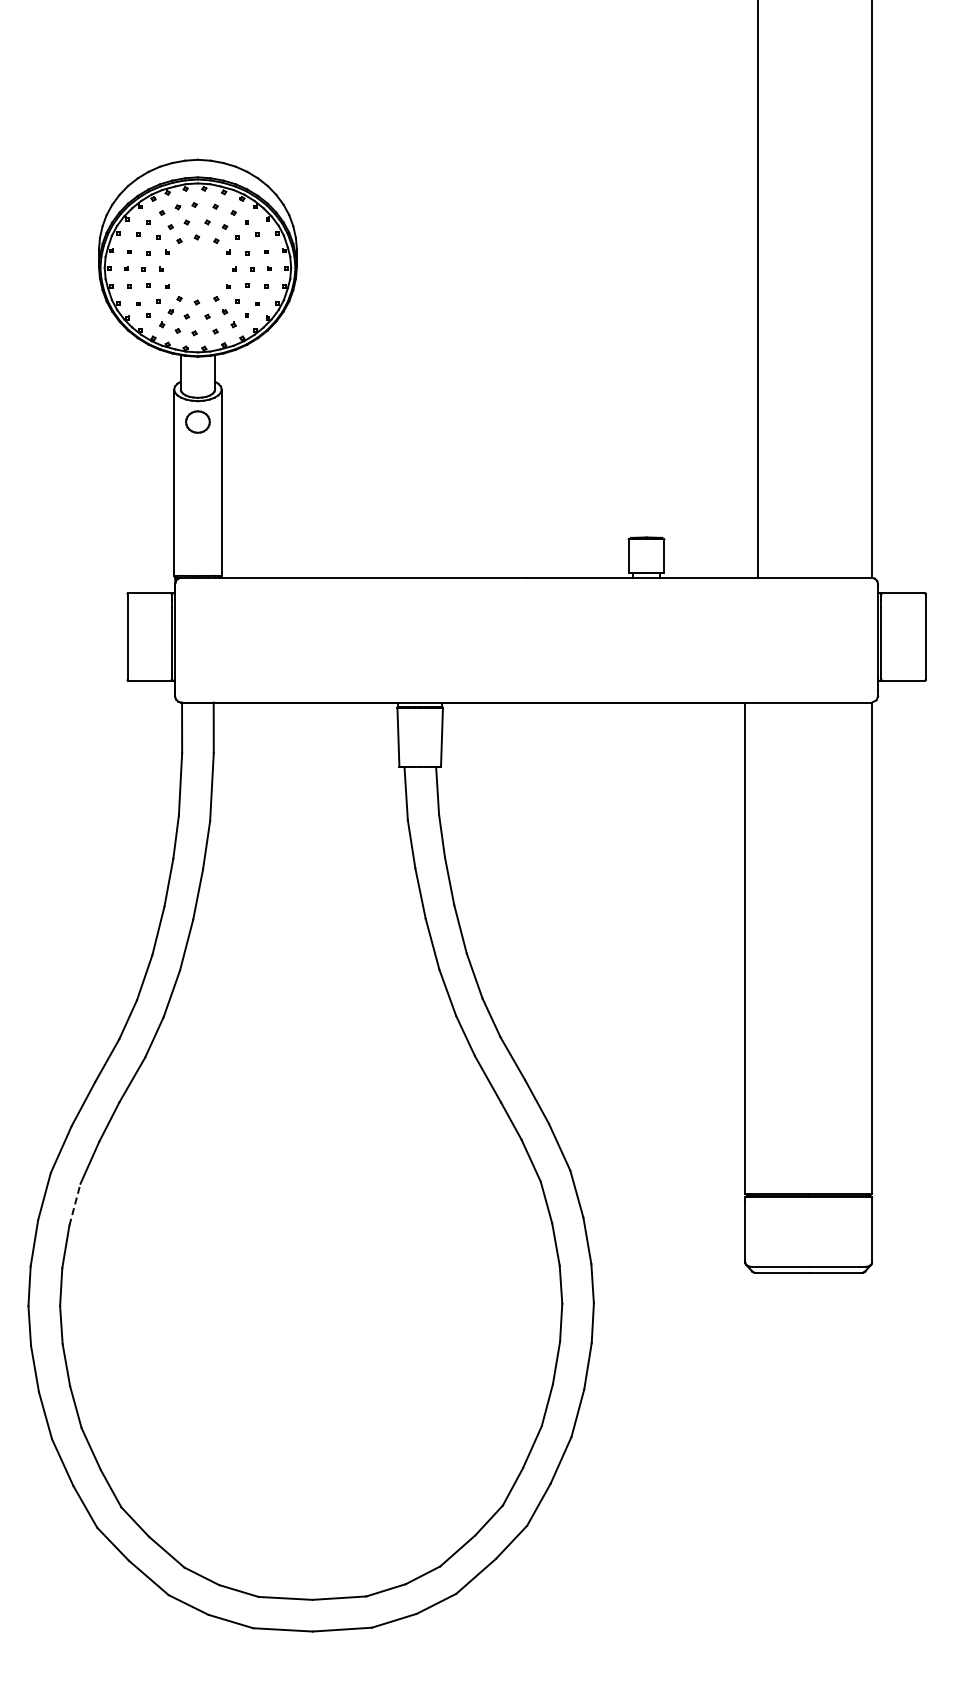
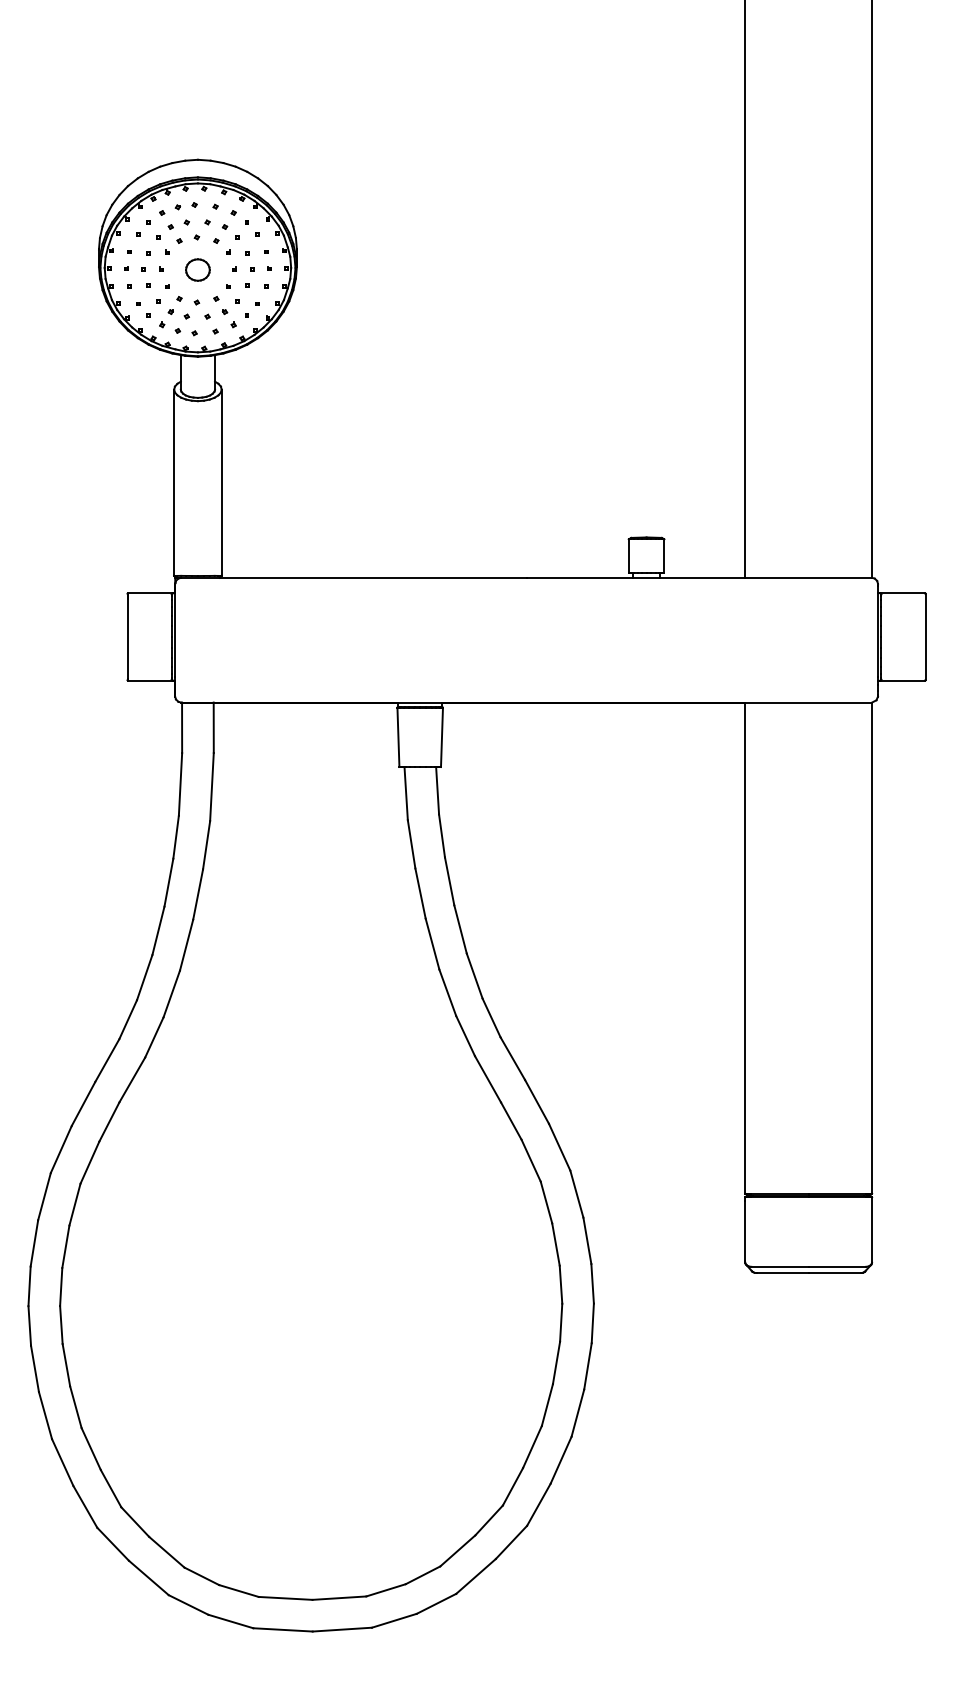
line at (758, 289) position: (758, 289) -> (745, 289)
part at (197, 421) position: (197, 421) -> (197, 269)
line at (74, 1204): dashed -> solid
